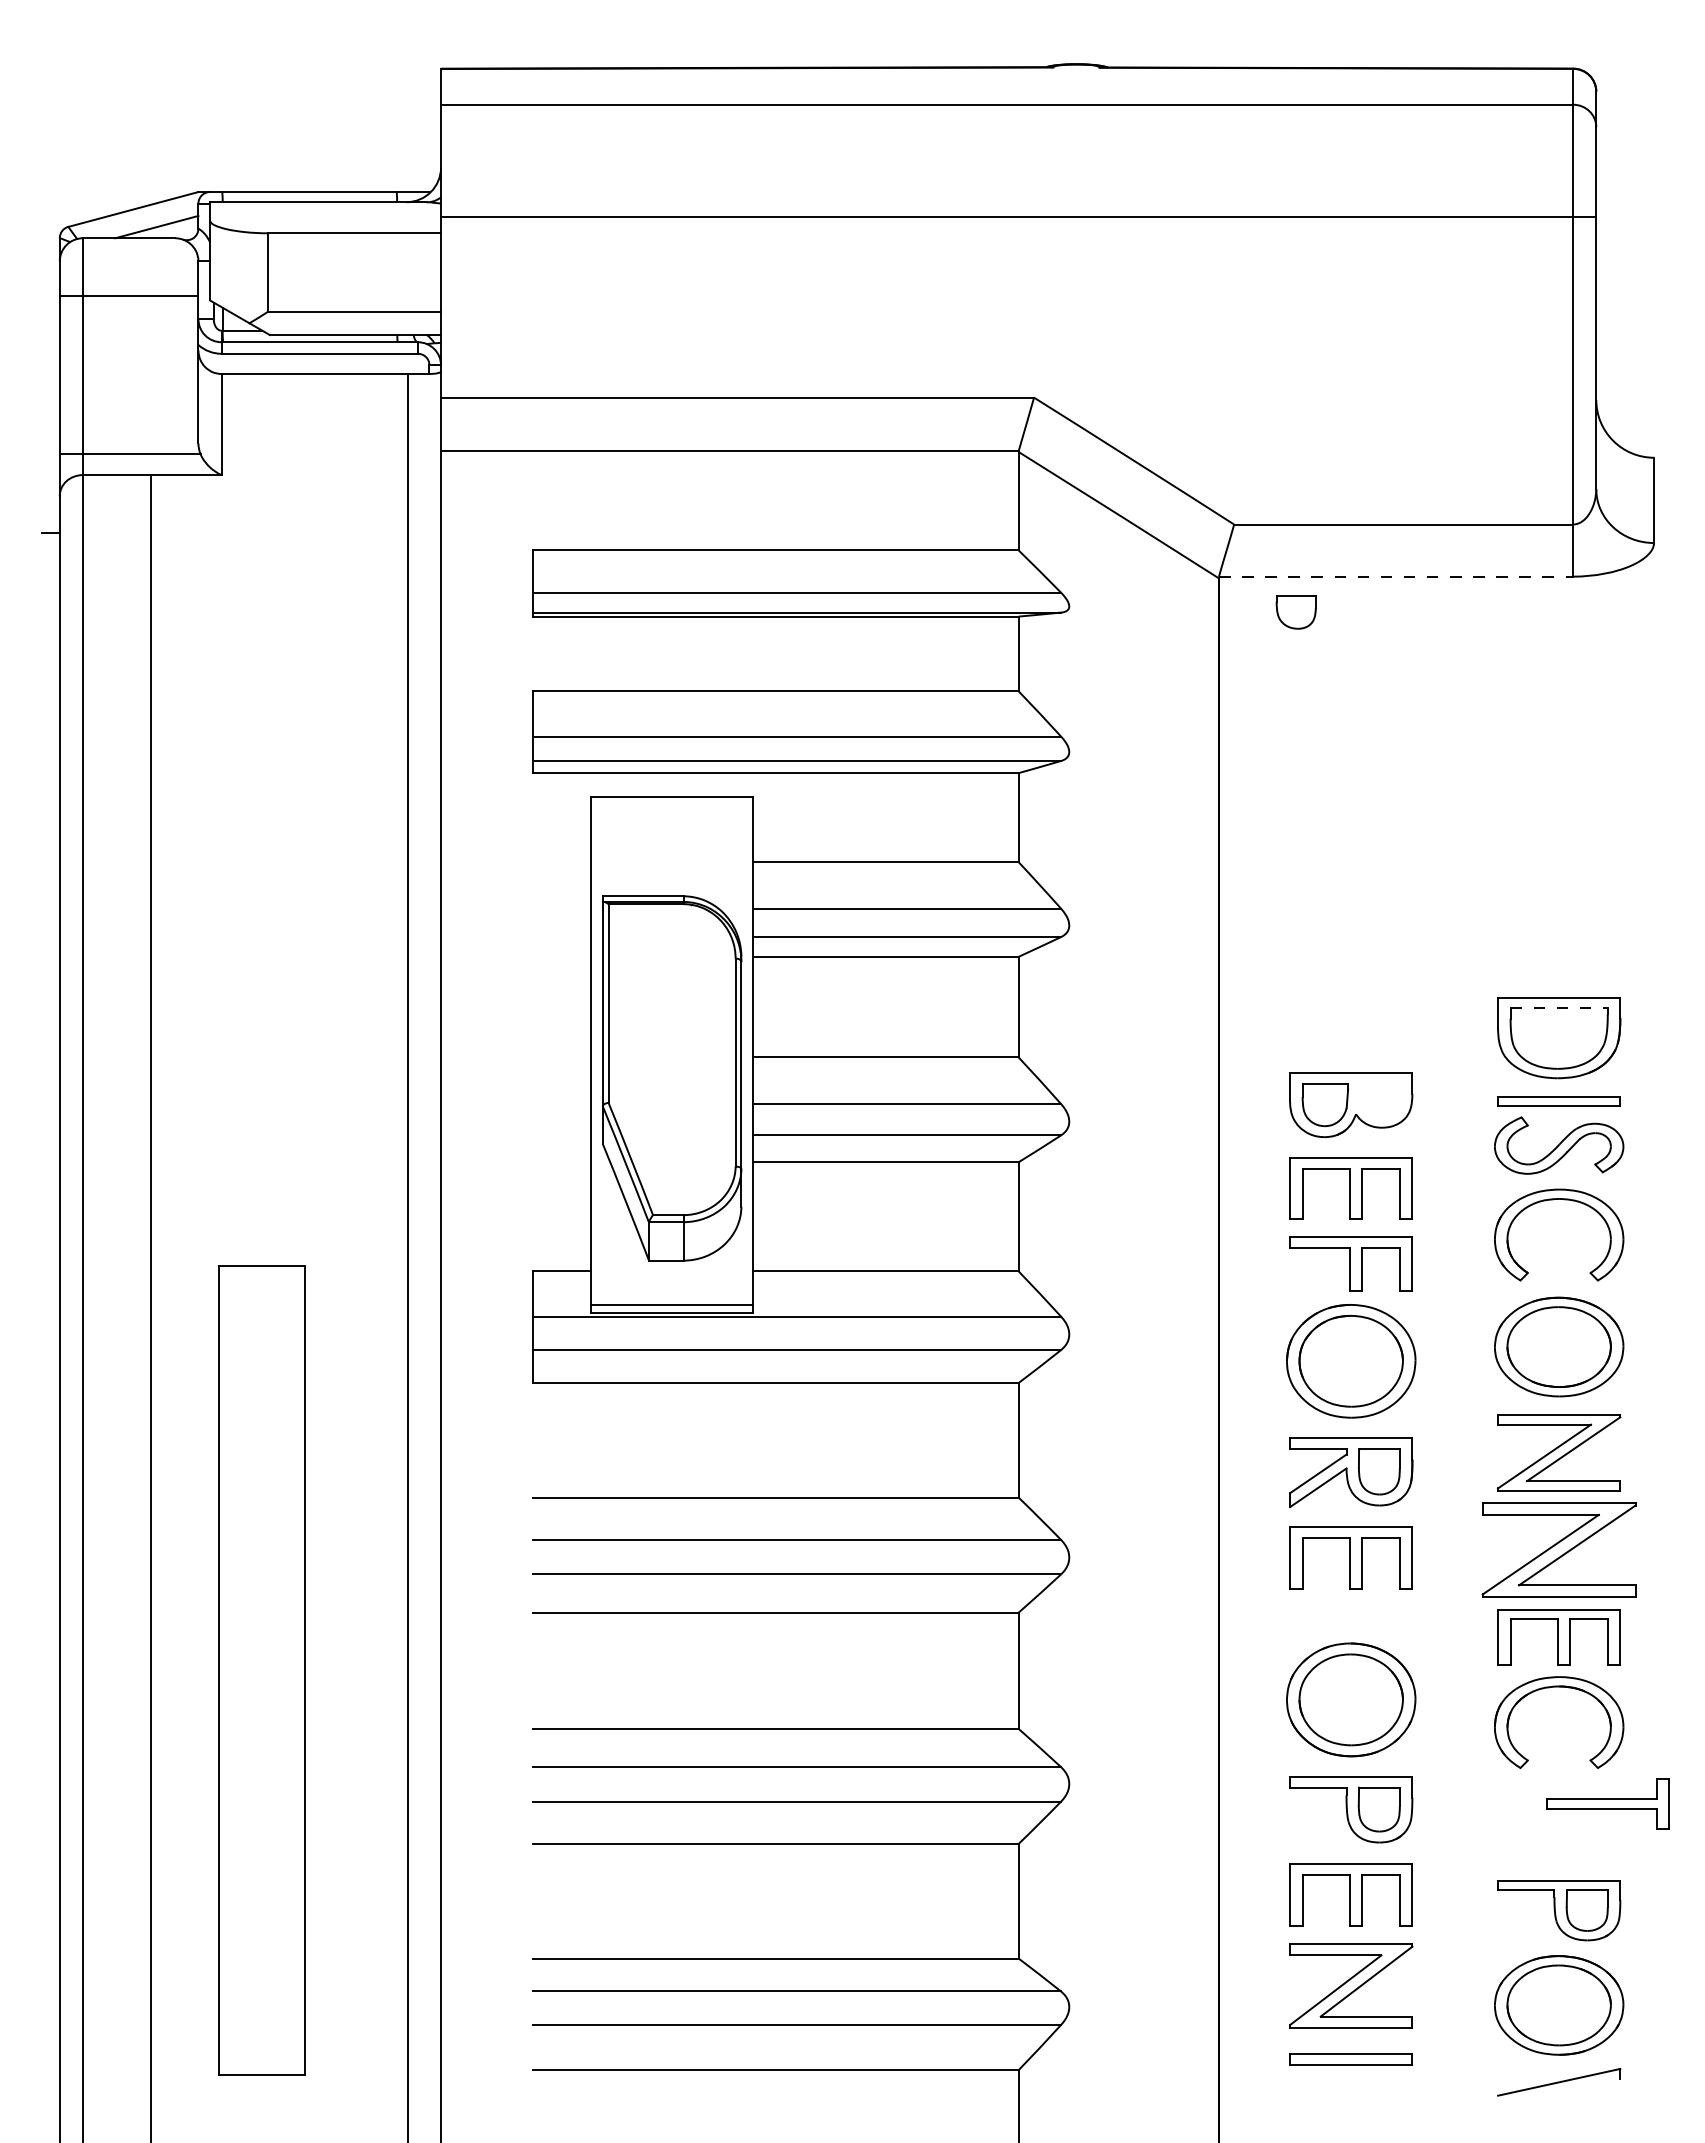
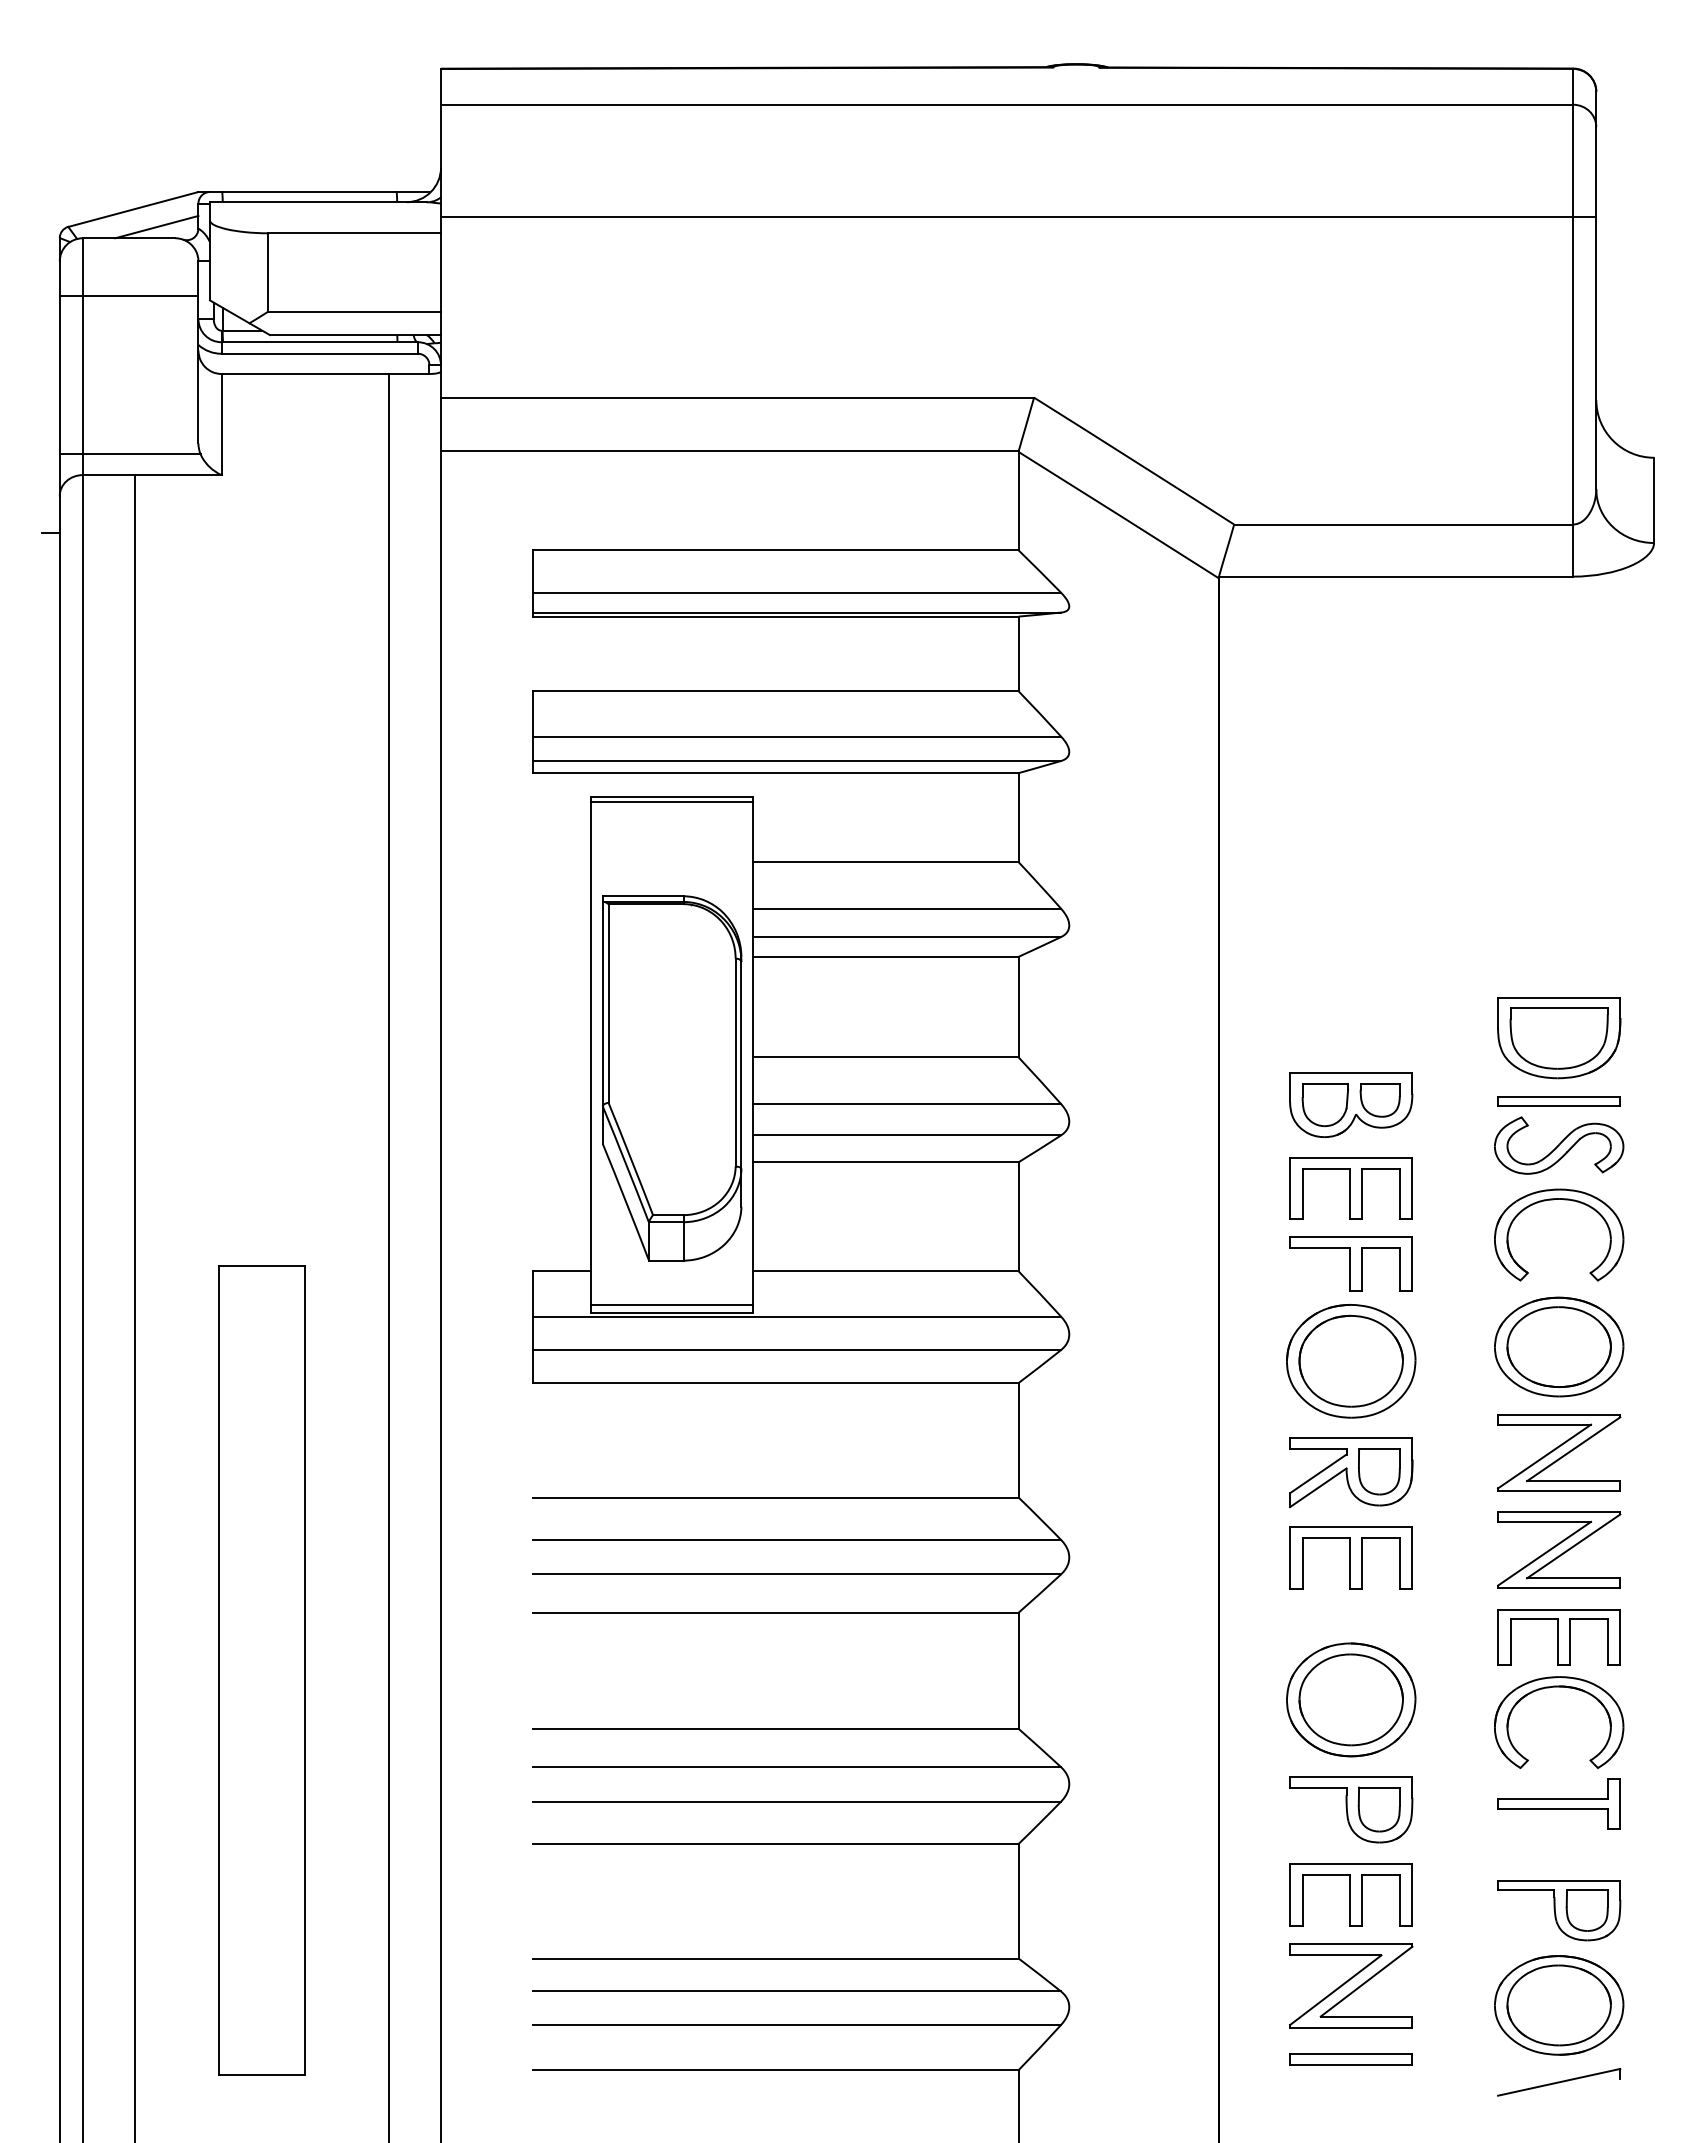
line at (1396, 576): dashed -> solid
part at (1295, 612) position: (1295, 612) -> (1379, 1100)
line at (671, 802): none -> present
line at (1559, 1007): dashed -> solid
line at (408, 1256) position: (408, 1256) -> (389, 1256)
line at (150, 1307) position: (150, 1307) -> (134, 1307)
part at (1558, 1549) size: 156x96 px -> 125x78 px
part at (1607, 1803) position: (1607, 1803) -> (1558, 1803)
